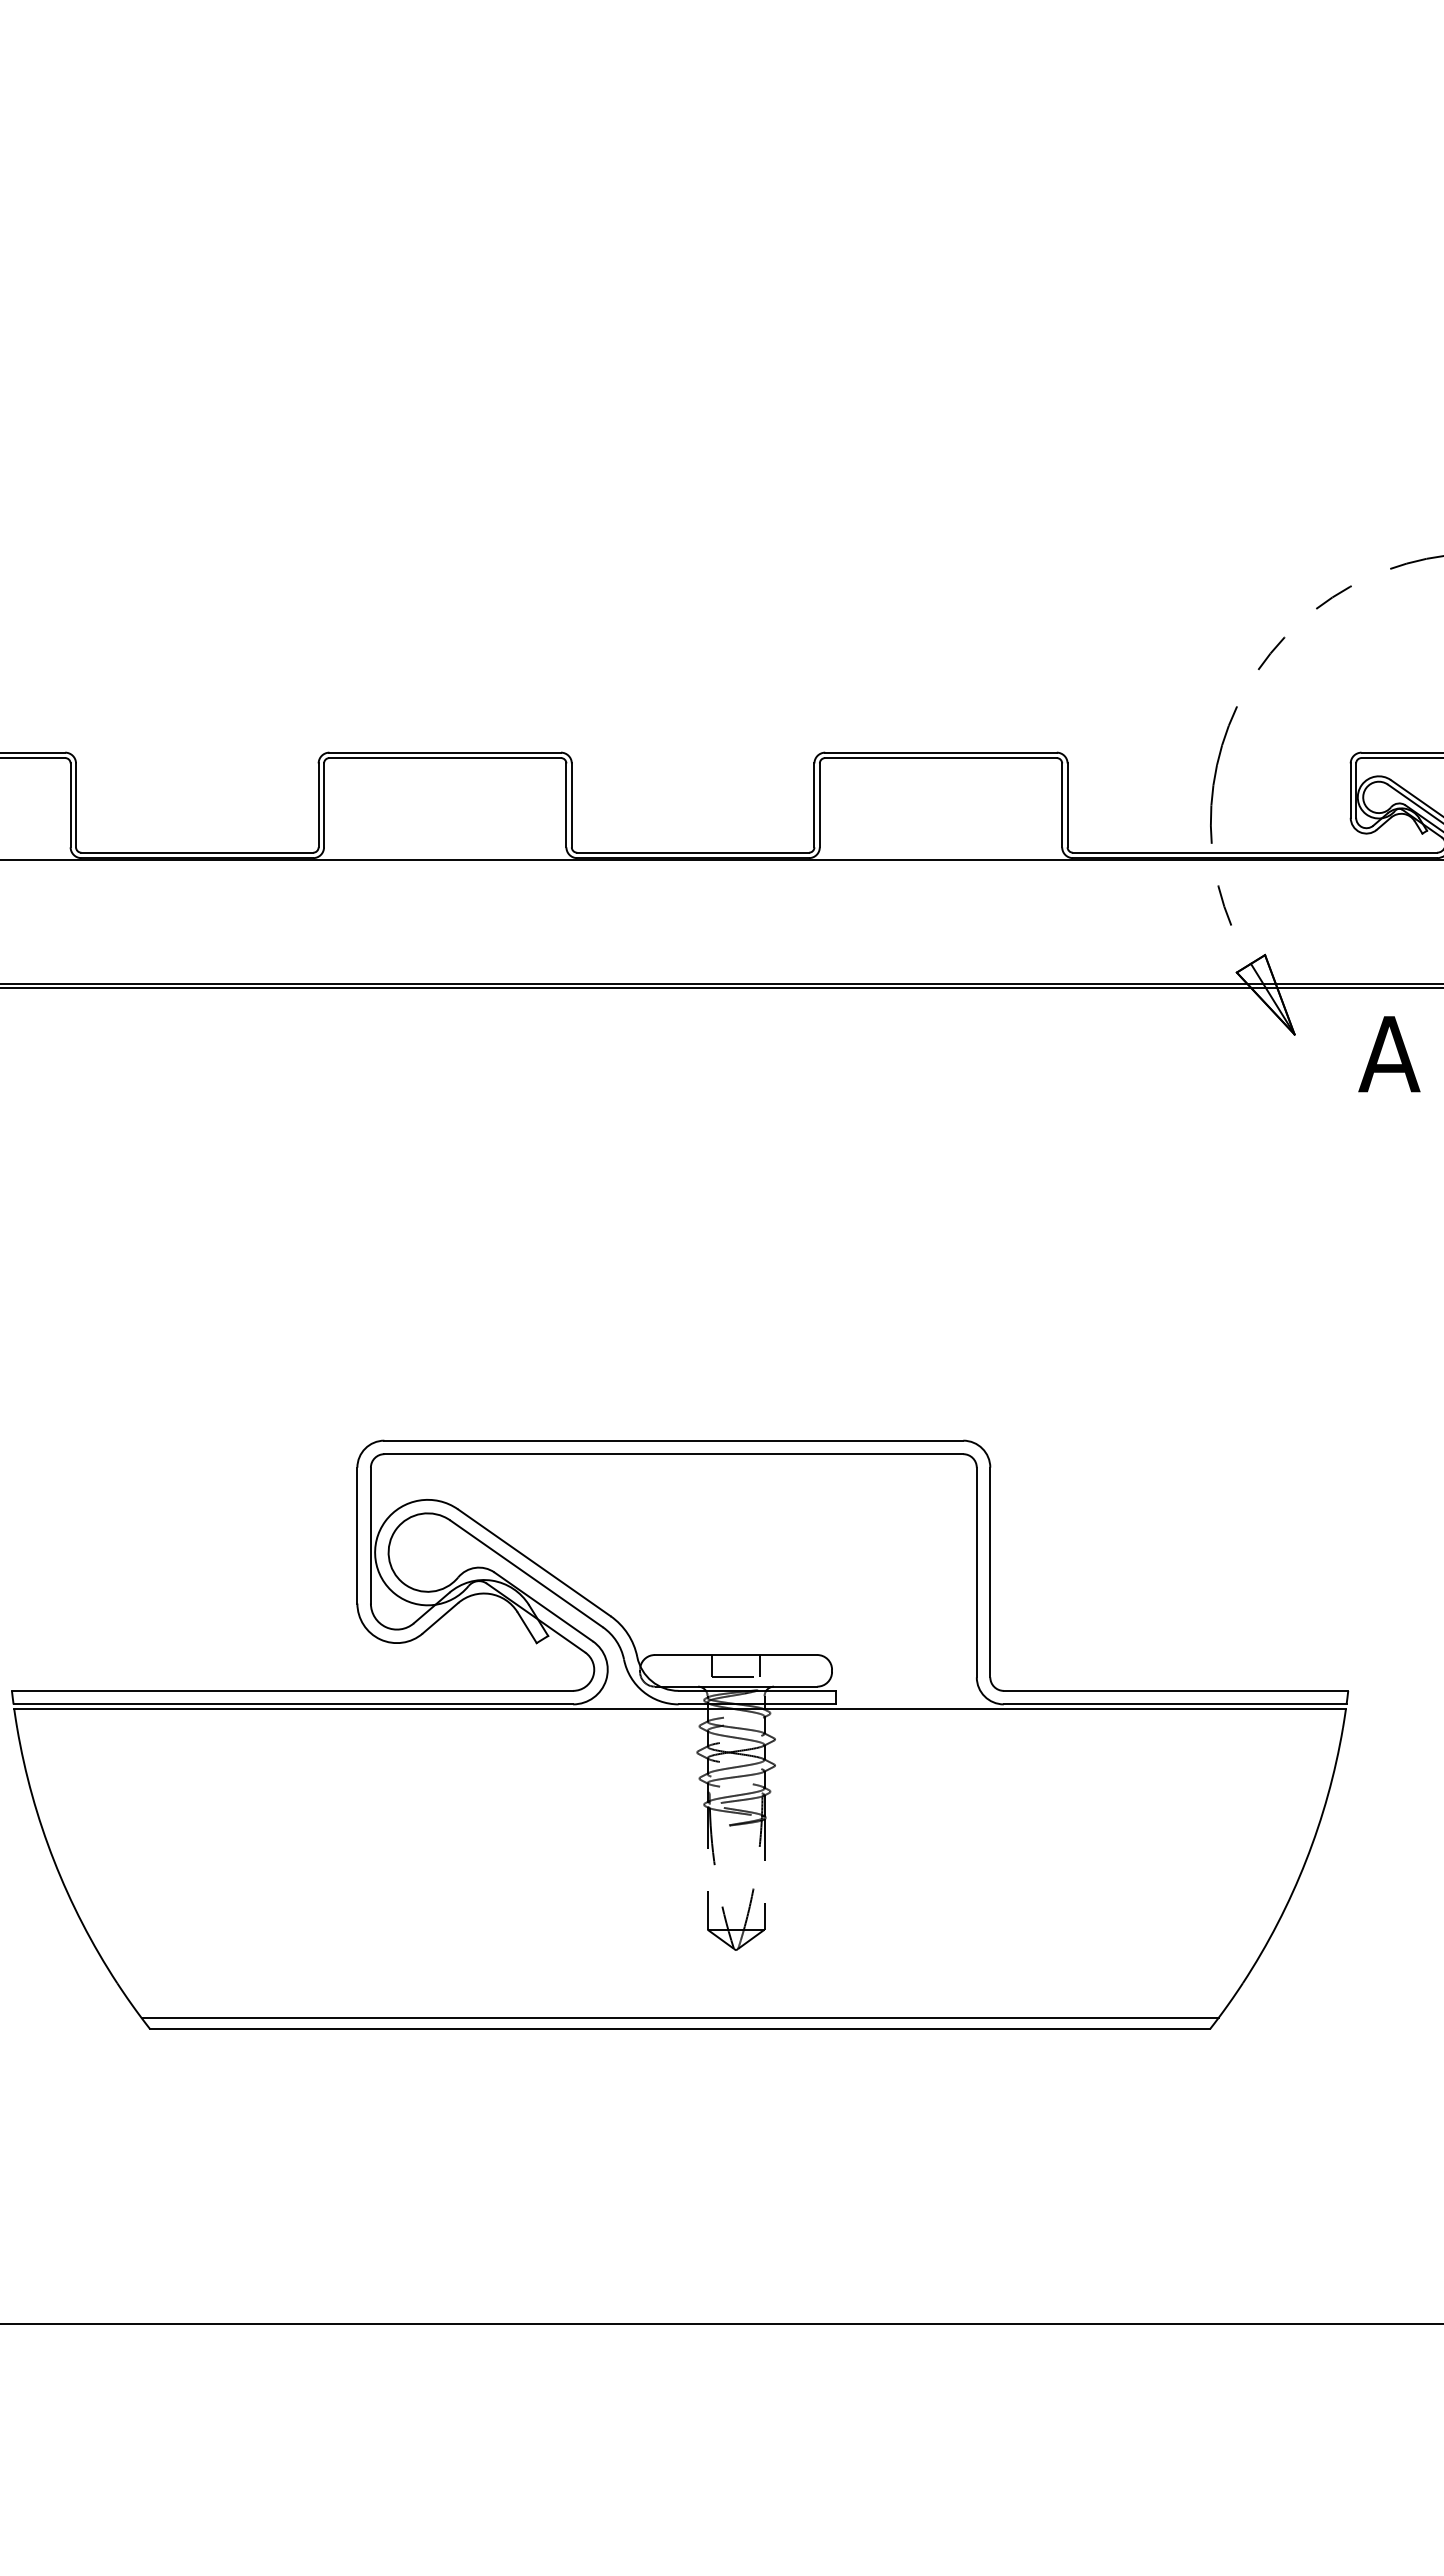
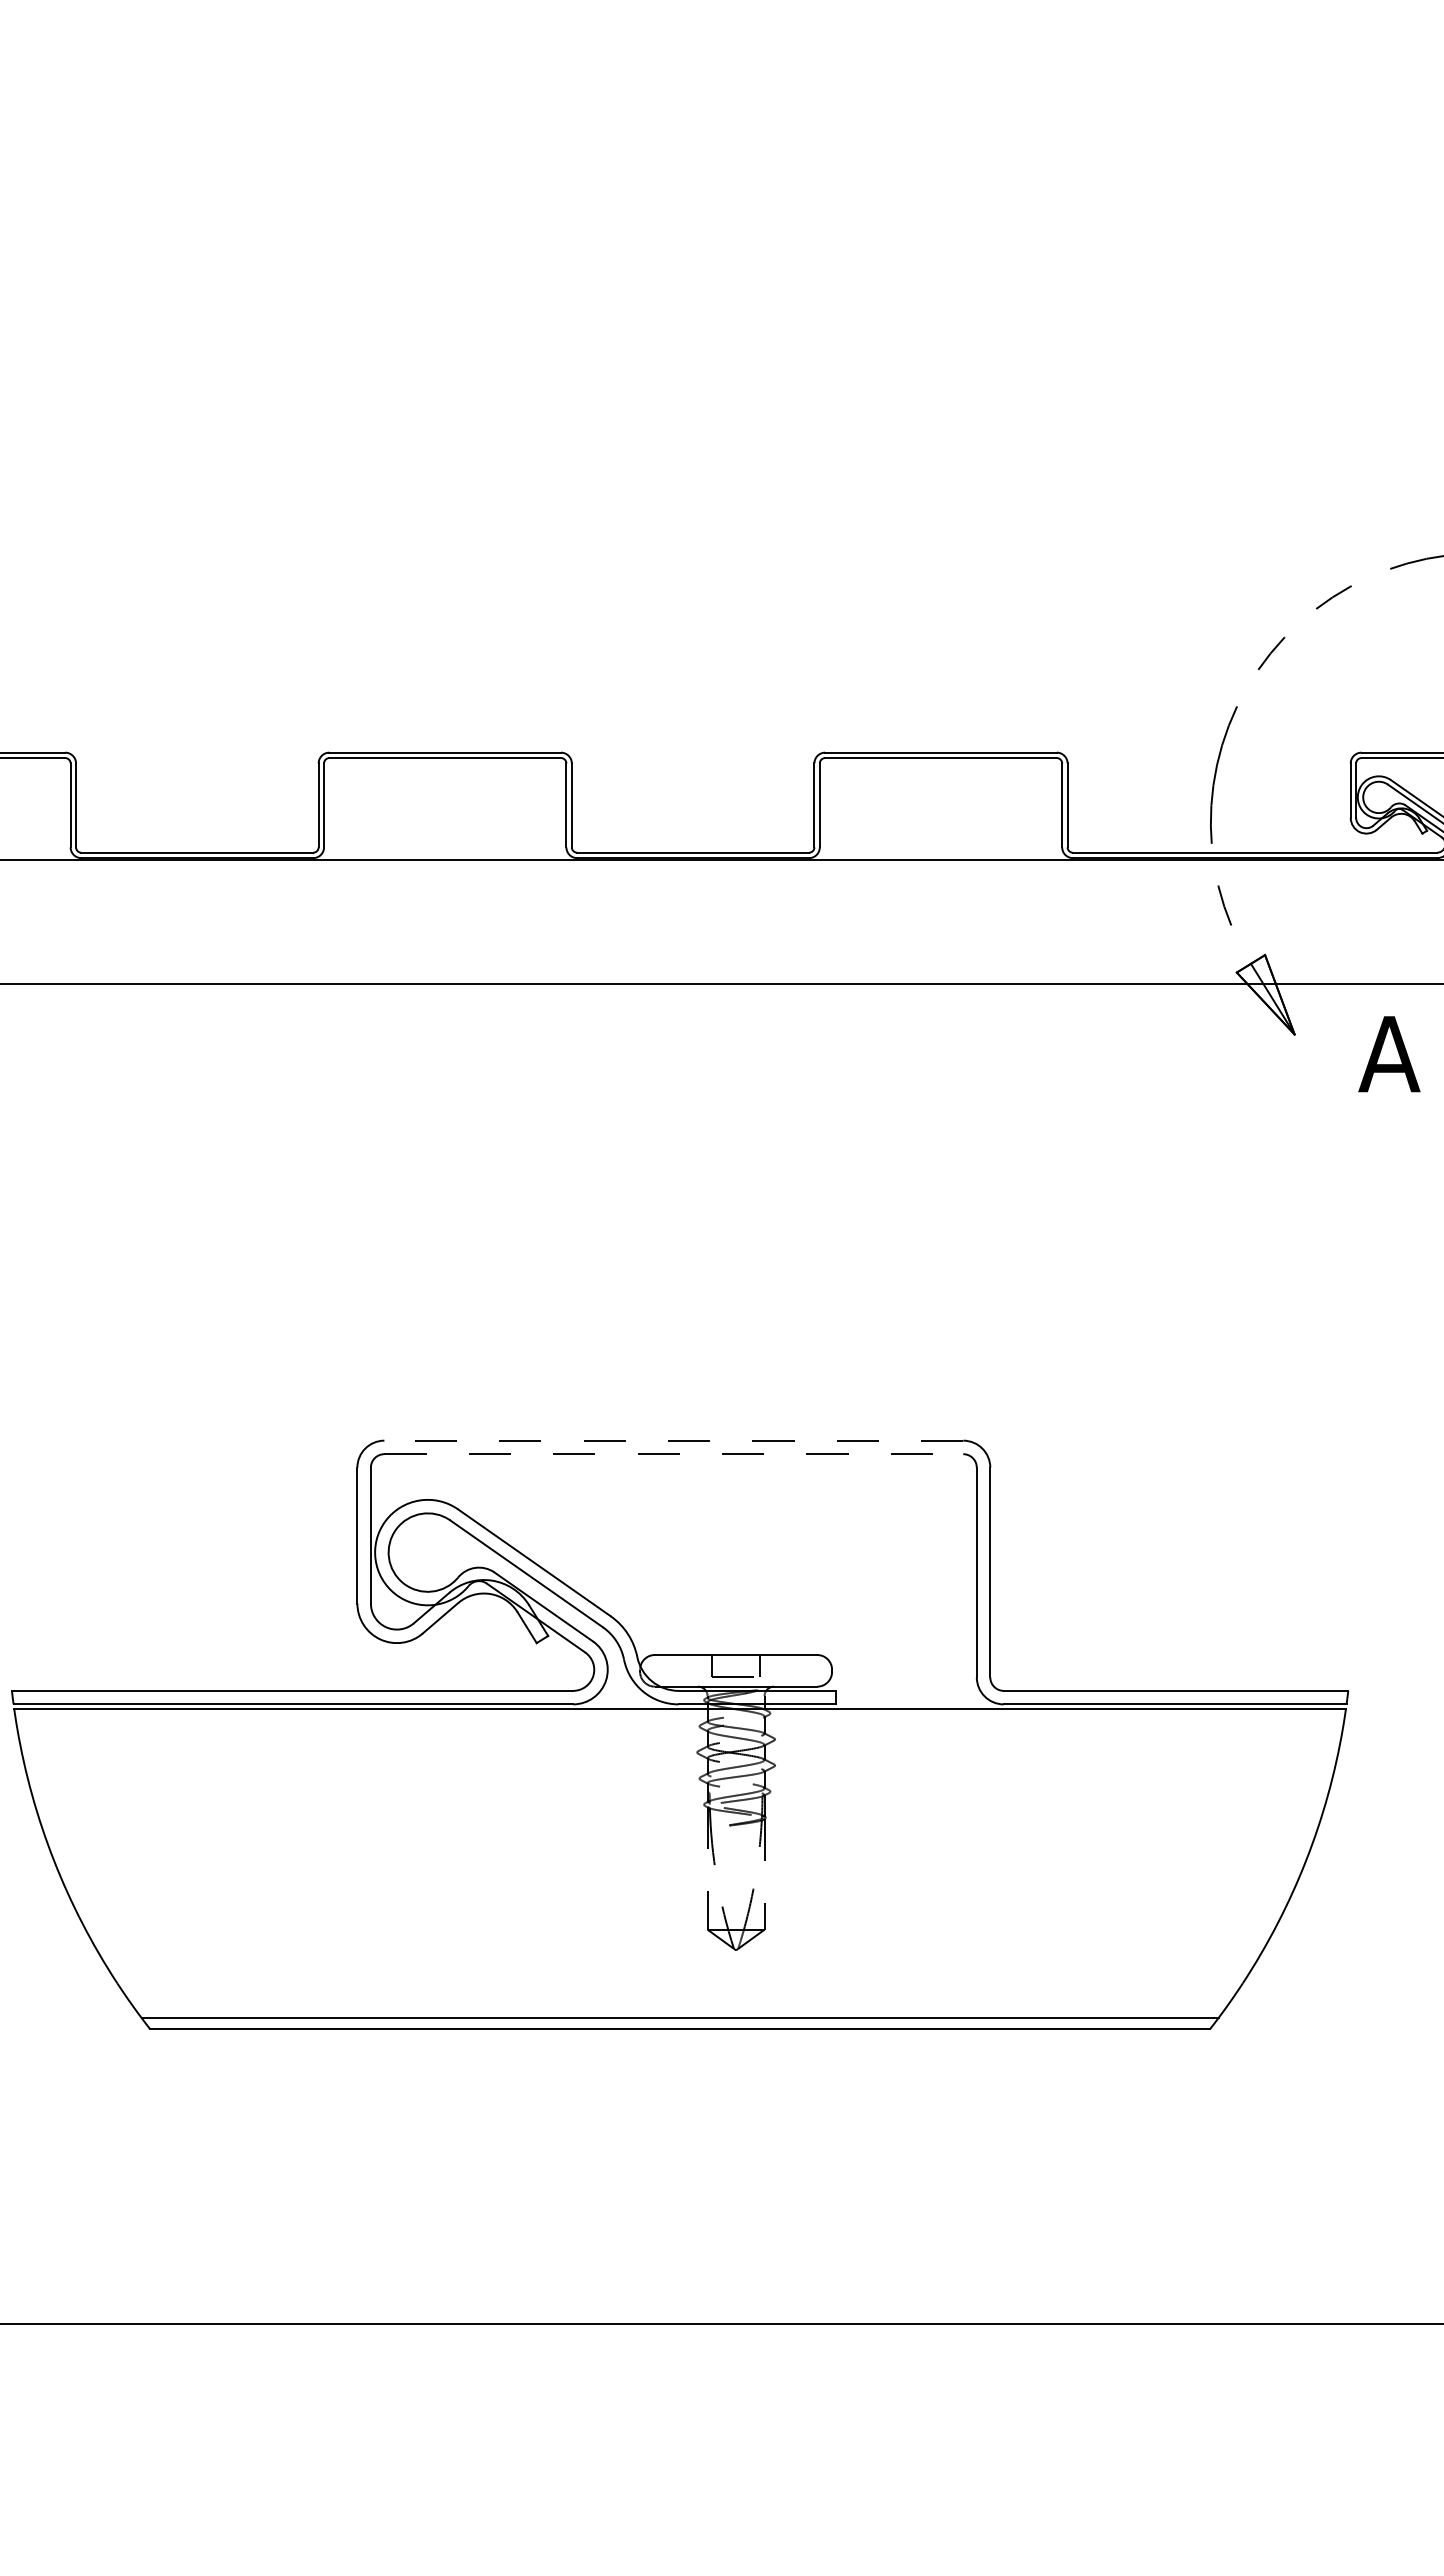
line at (721, 987): present -> none
line at (673, 1440): solid -> dashed
line at (674, 1454): solid -> dashed
